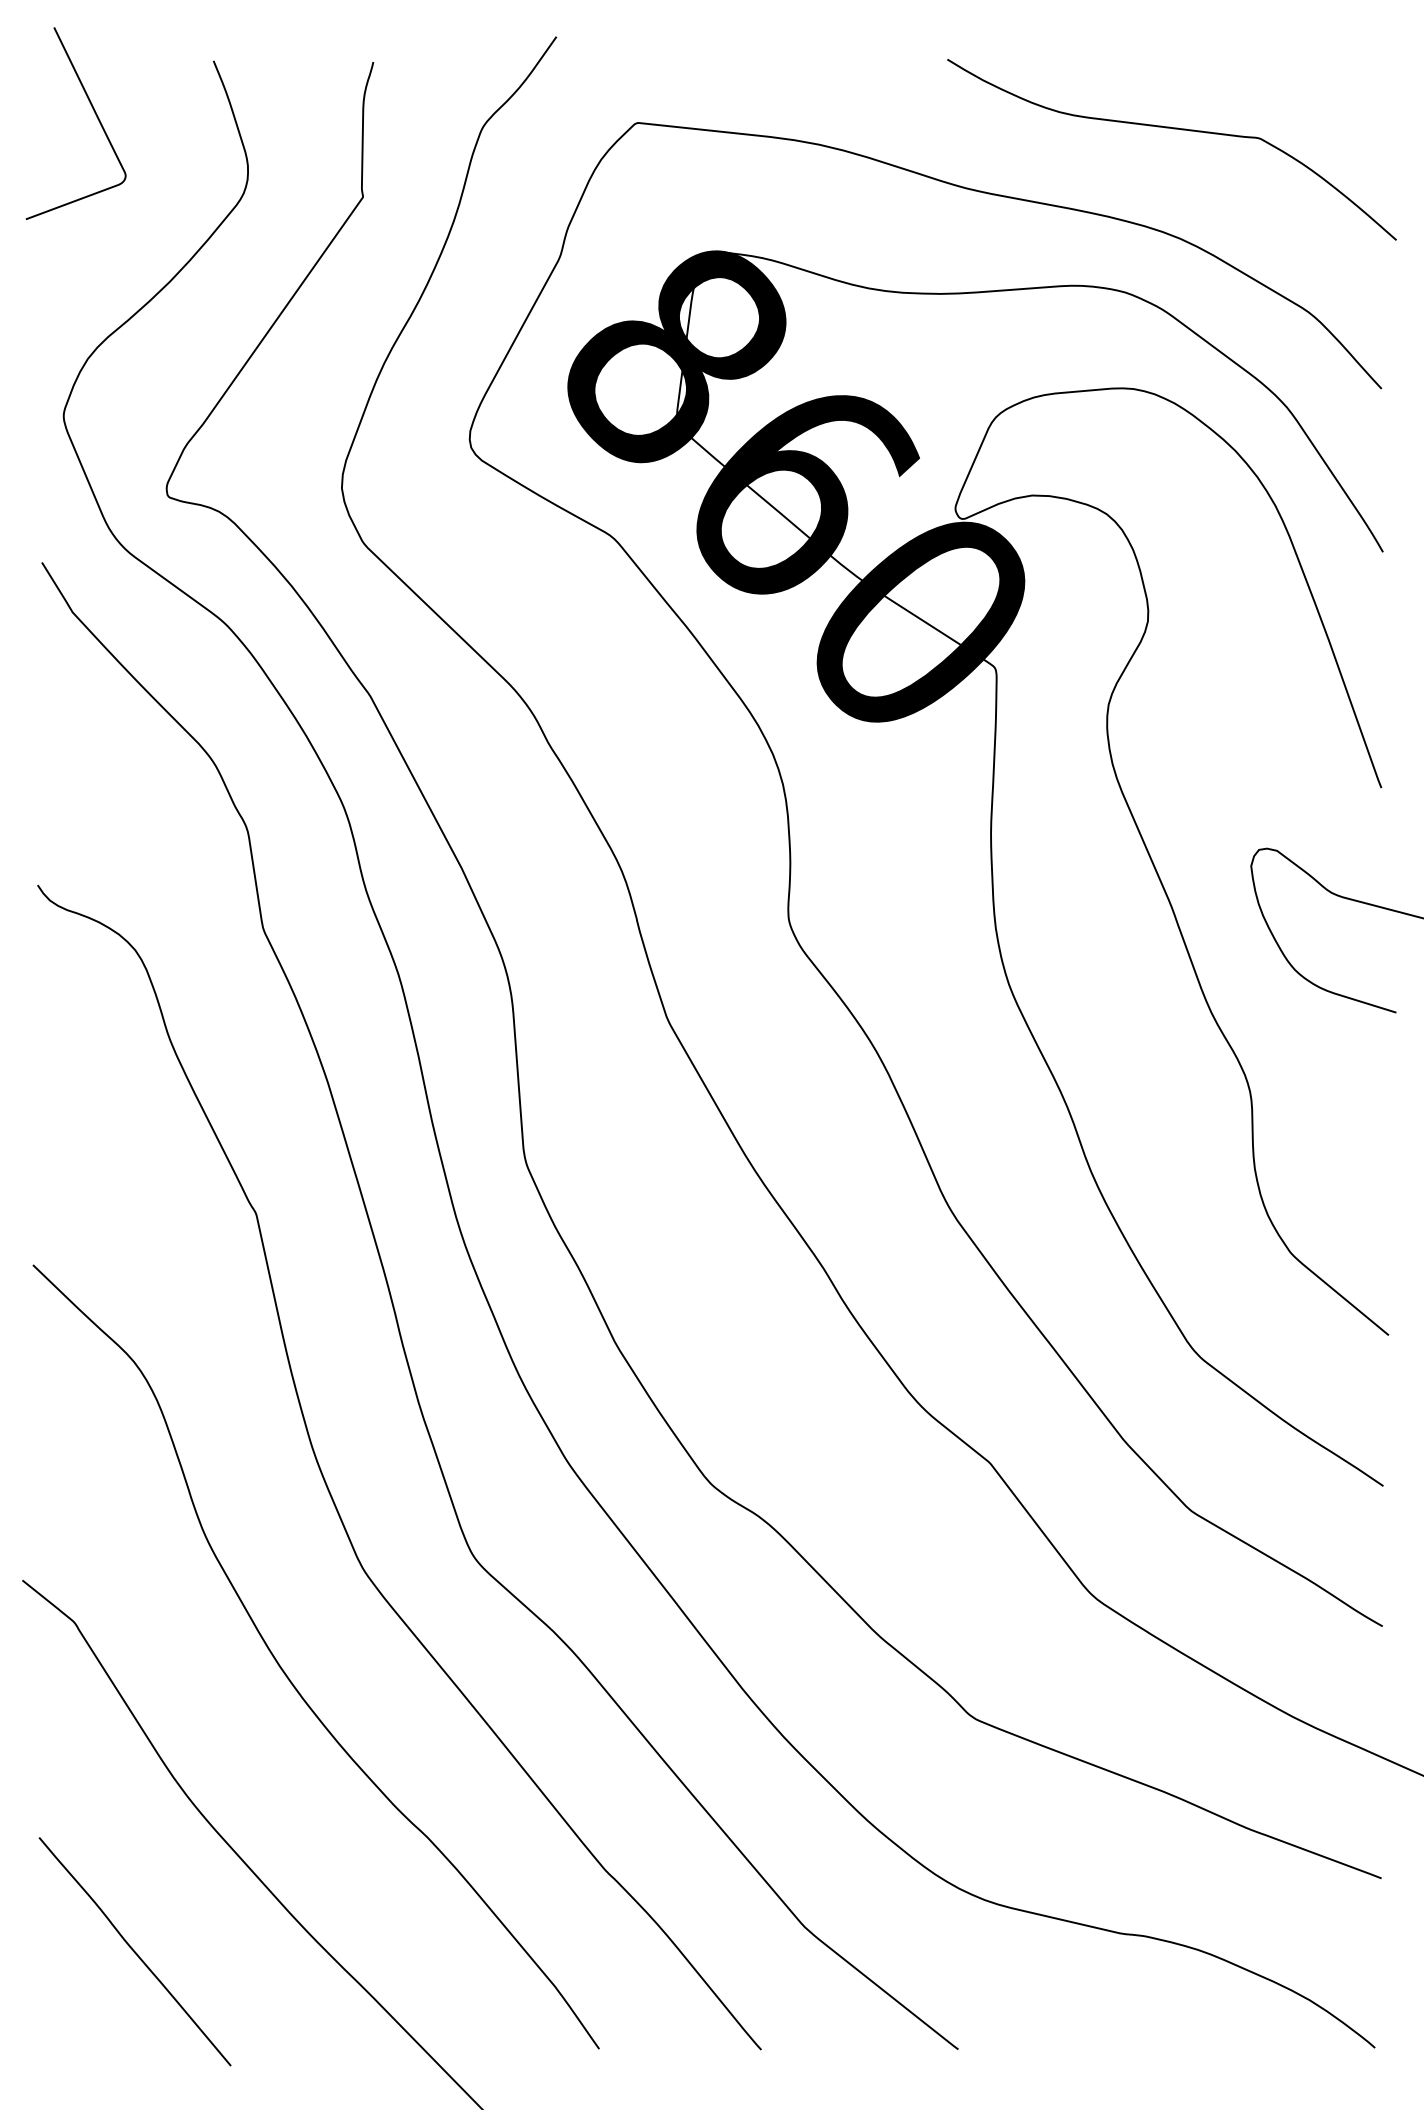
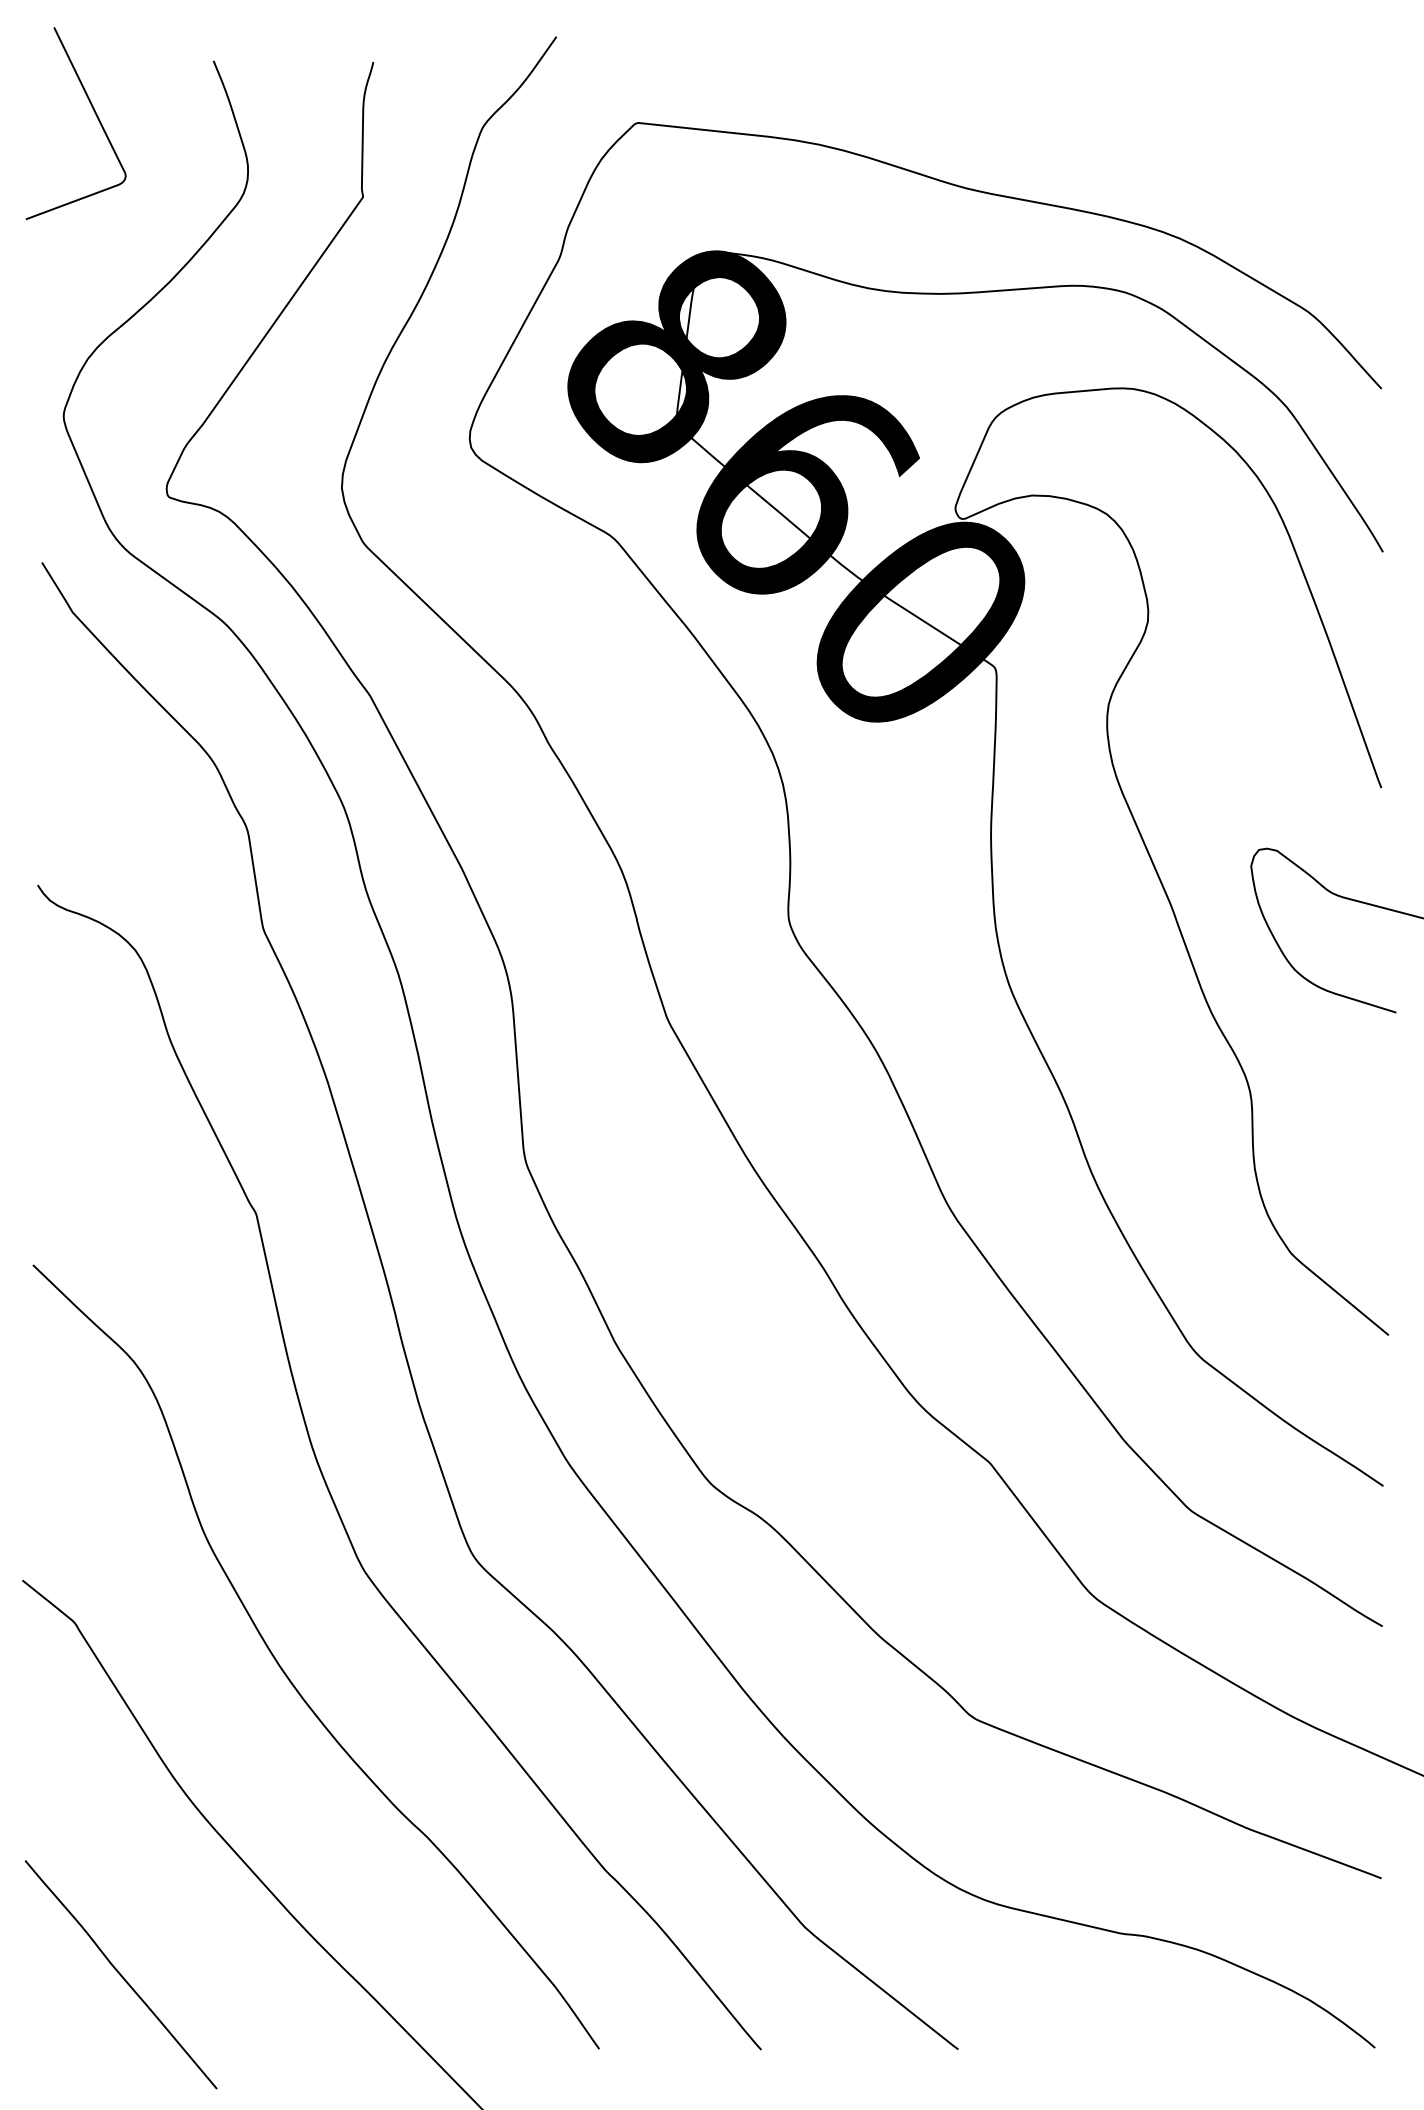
curve at (1173, 129): present -> none
curve at (134, 1951) position: (134, 1951) -> (120, 1974)
